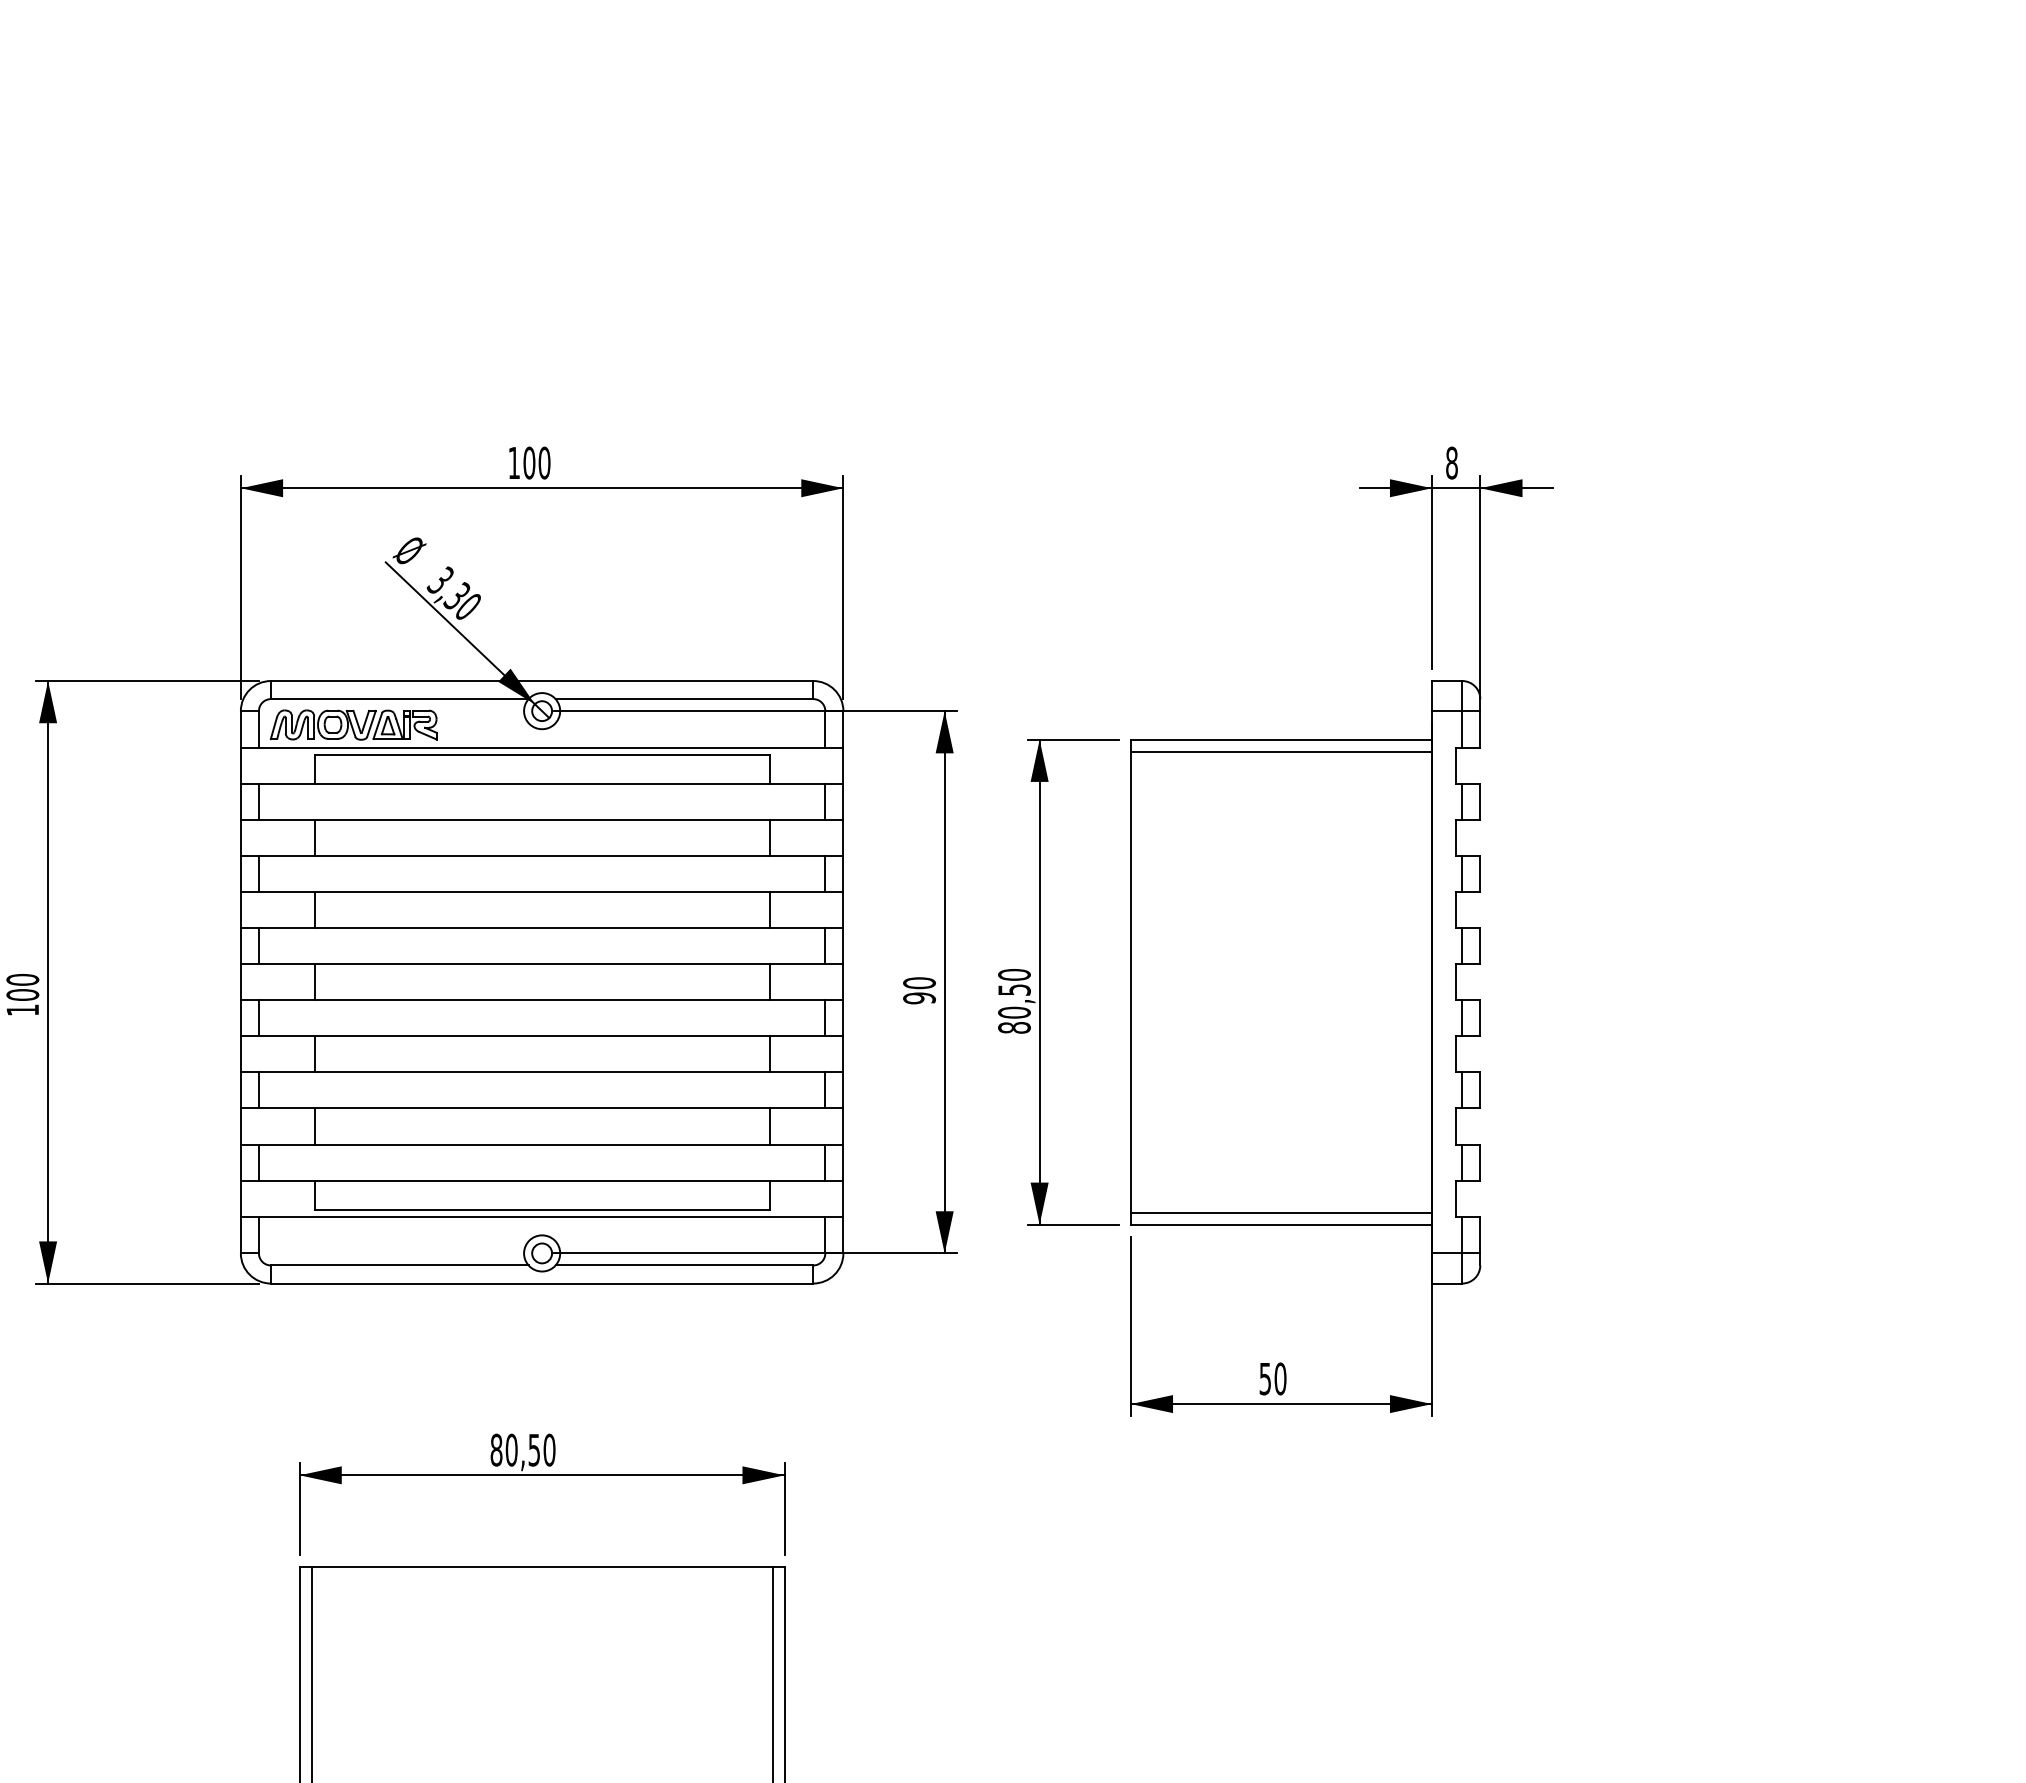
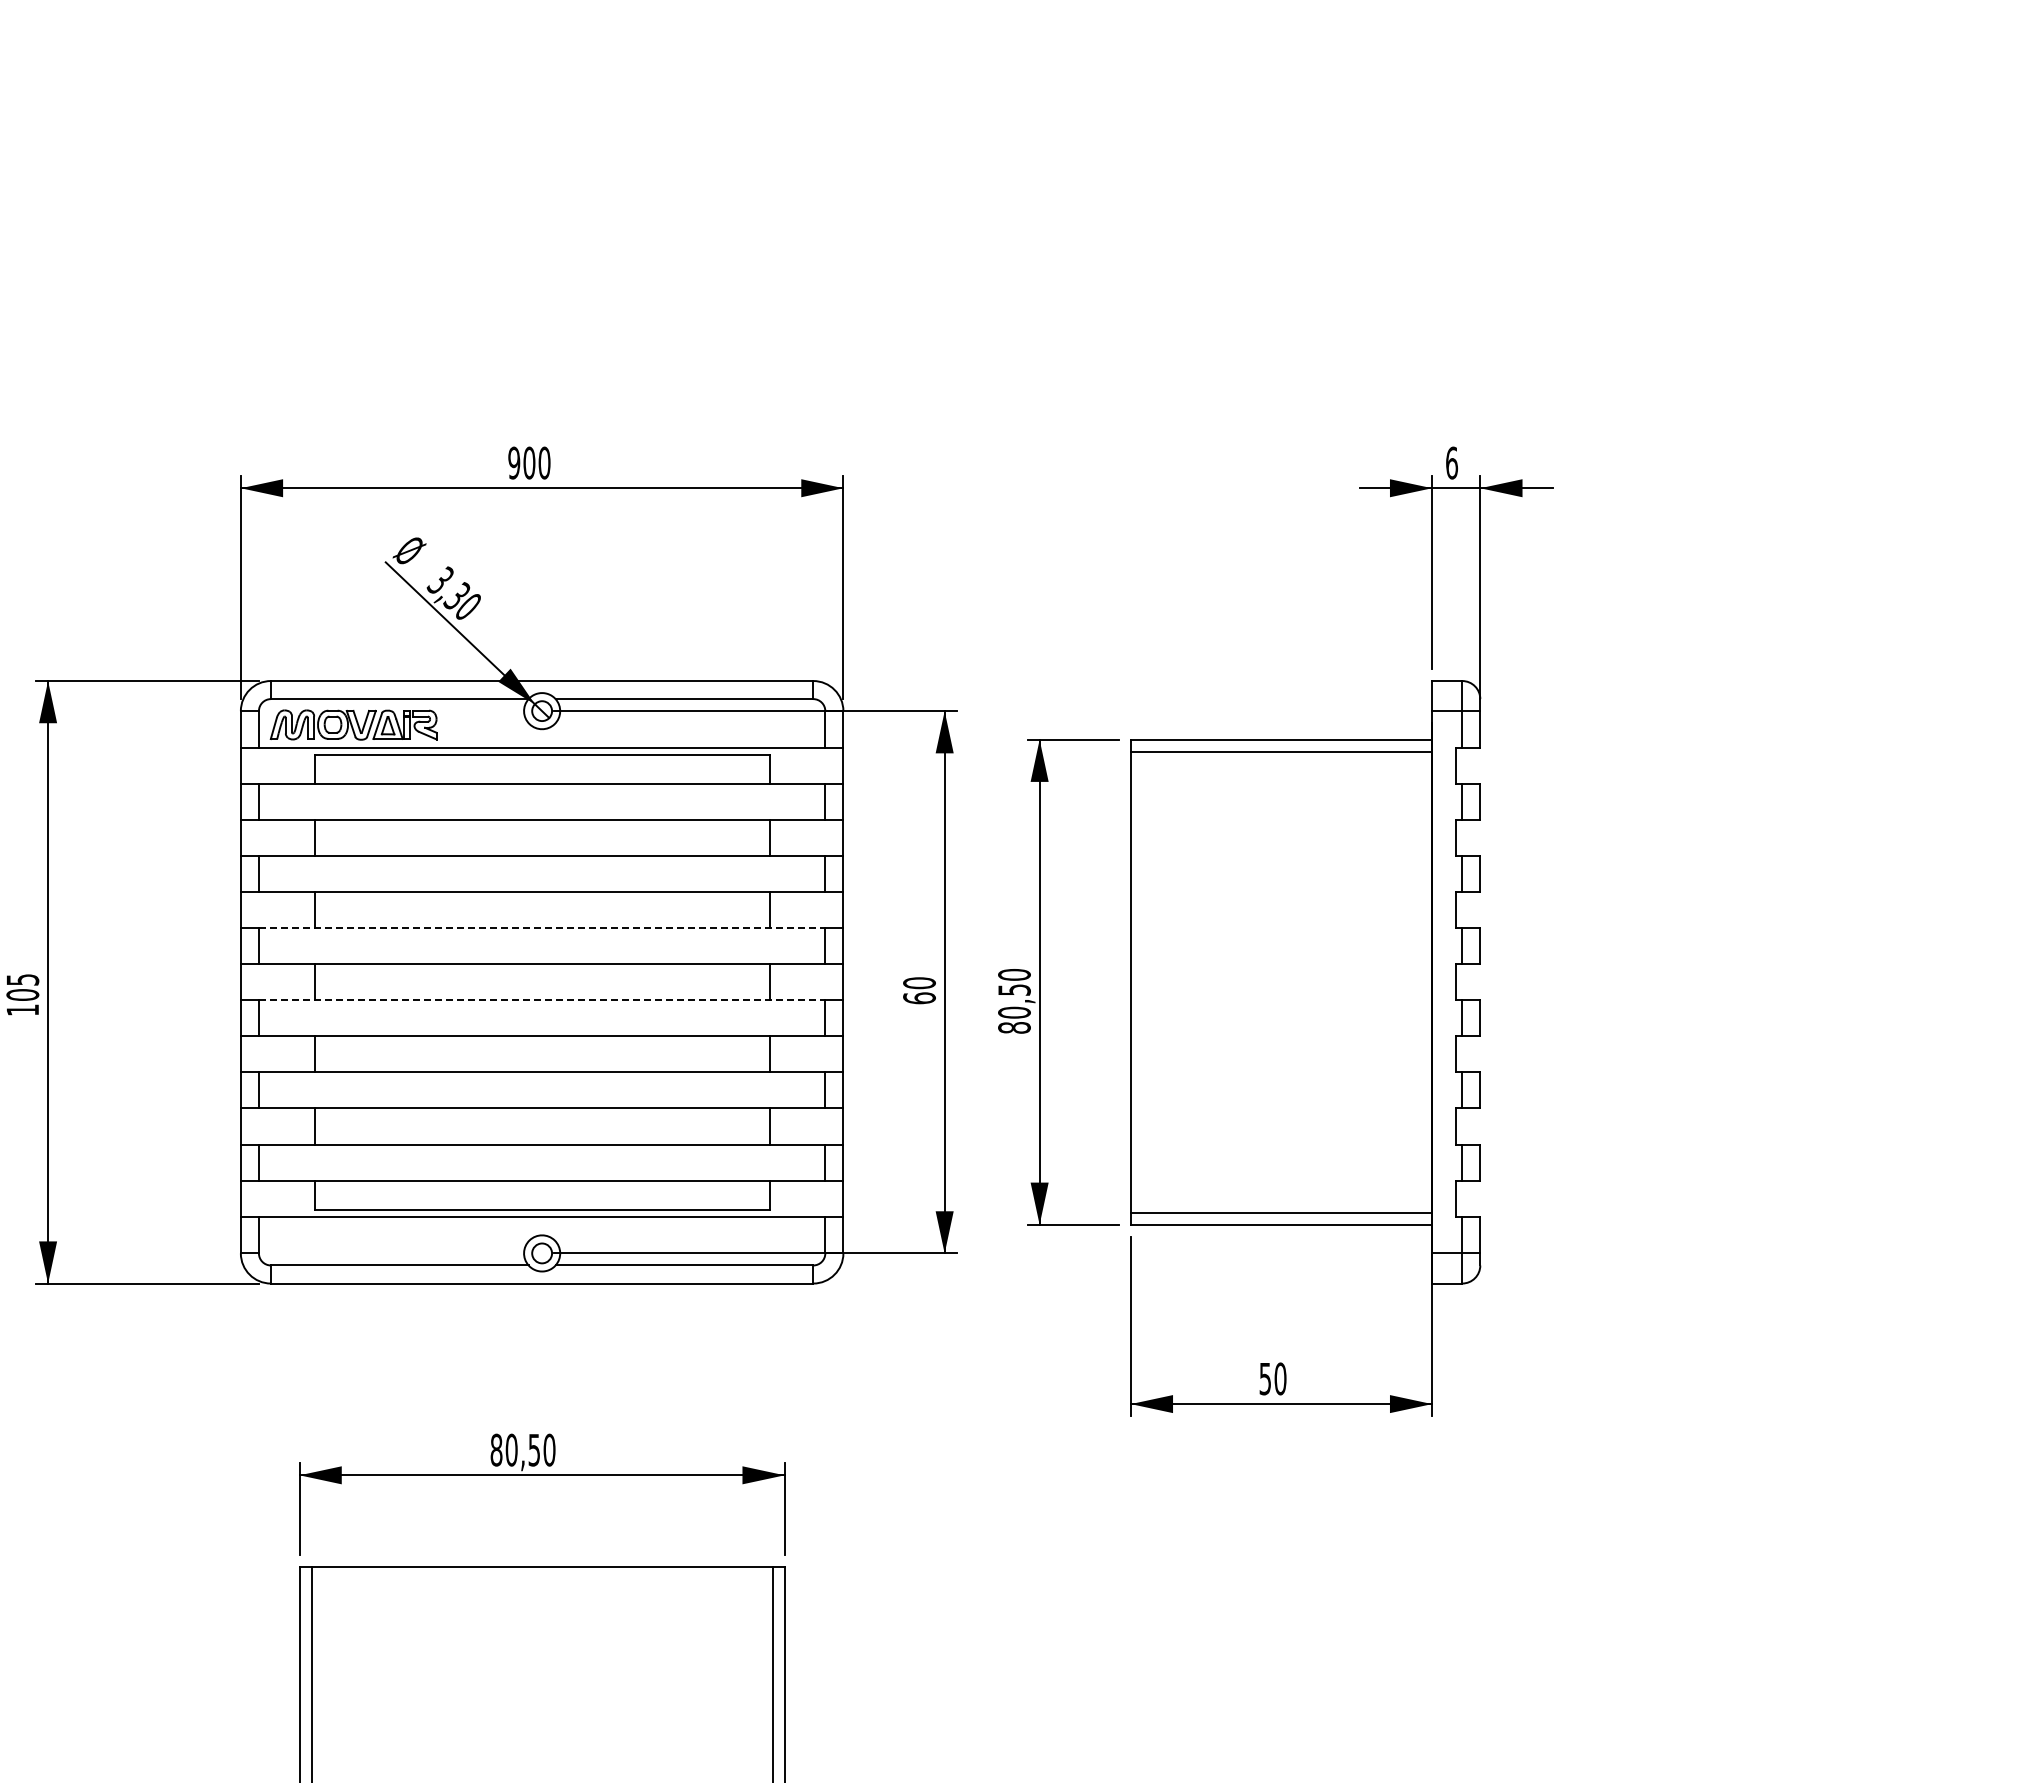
text at (514, 462): 100 -> 900
text at (1452, 462): 8 -> 6
line at (542, 928): solid -> dashed
text at (22, 979): 100 -> 105
text at (919, 998): 90 -> 60
line at (542, 1000): solid -> dashed
